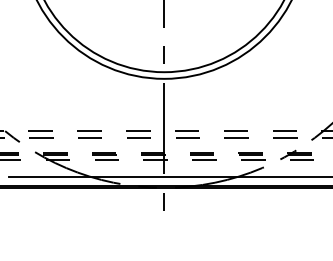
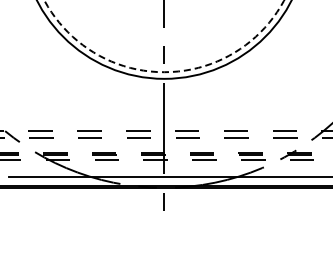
circle at (164, 36): solid -> dashed
